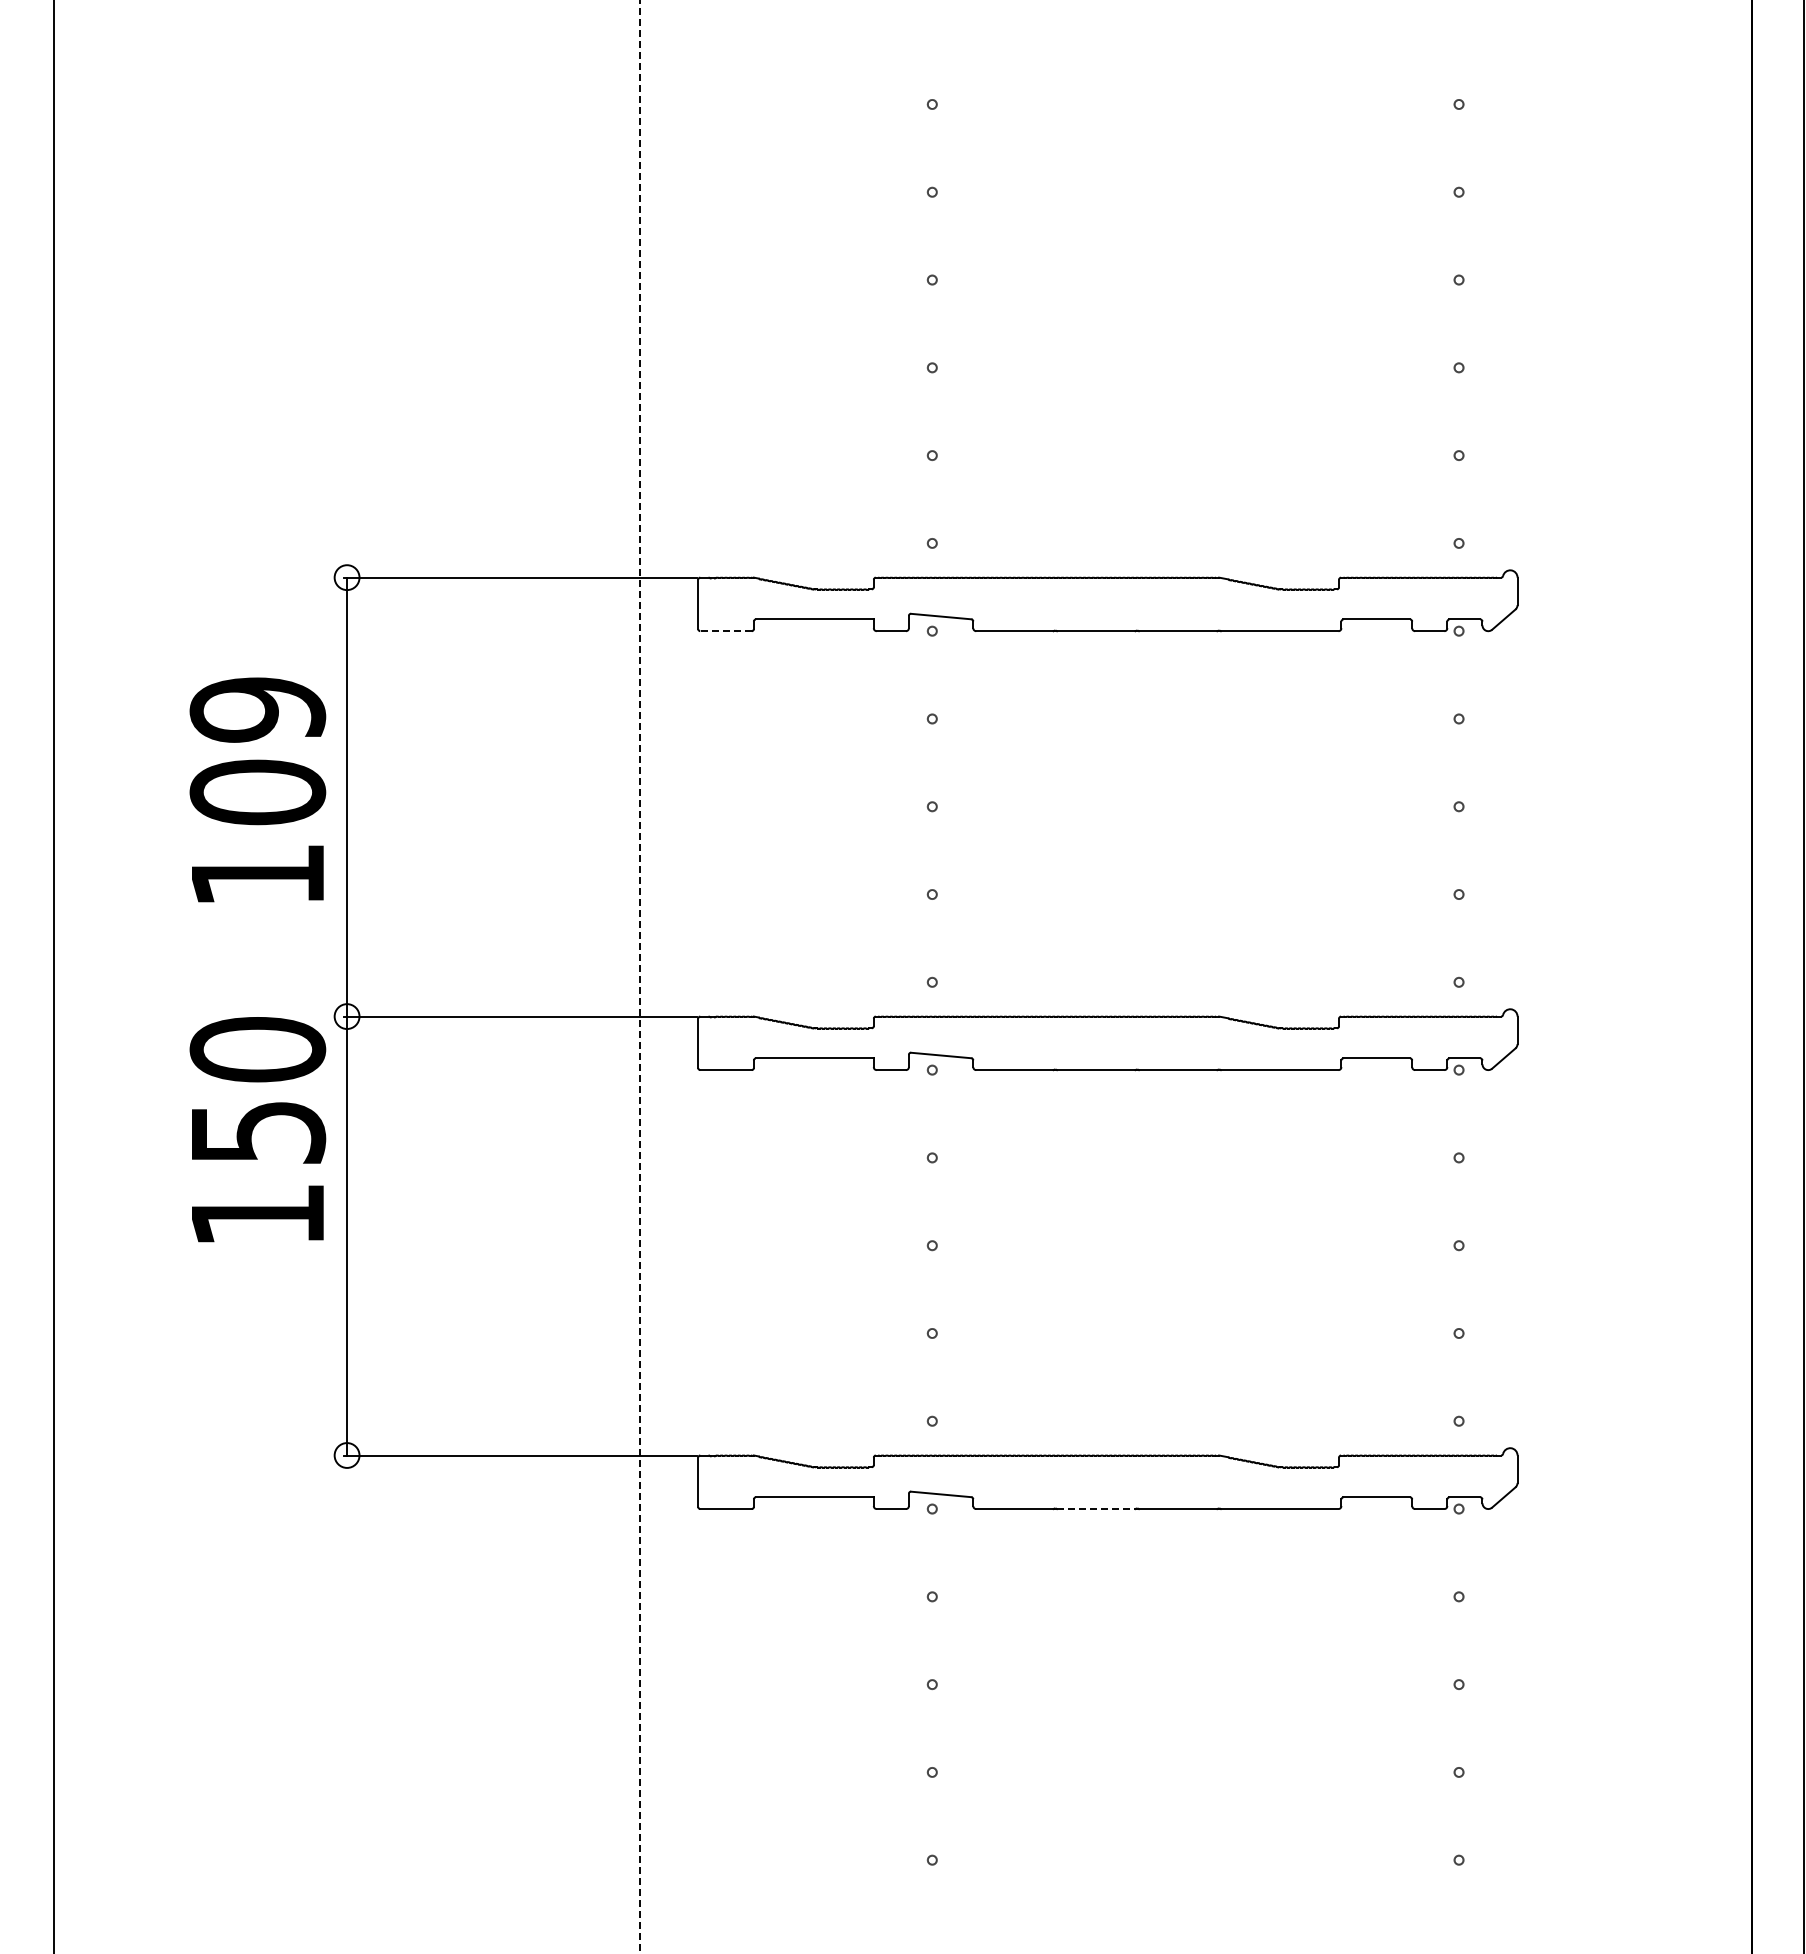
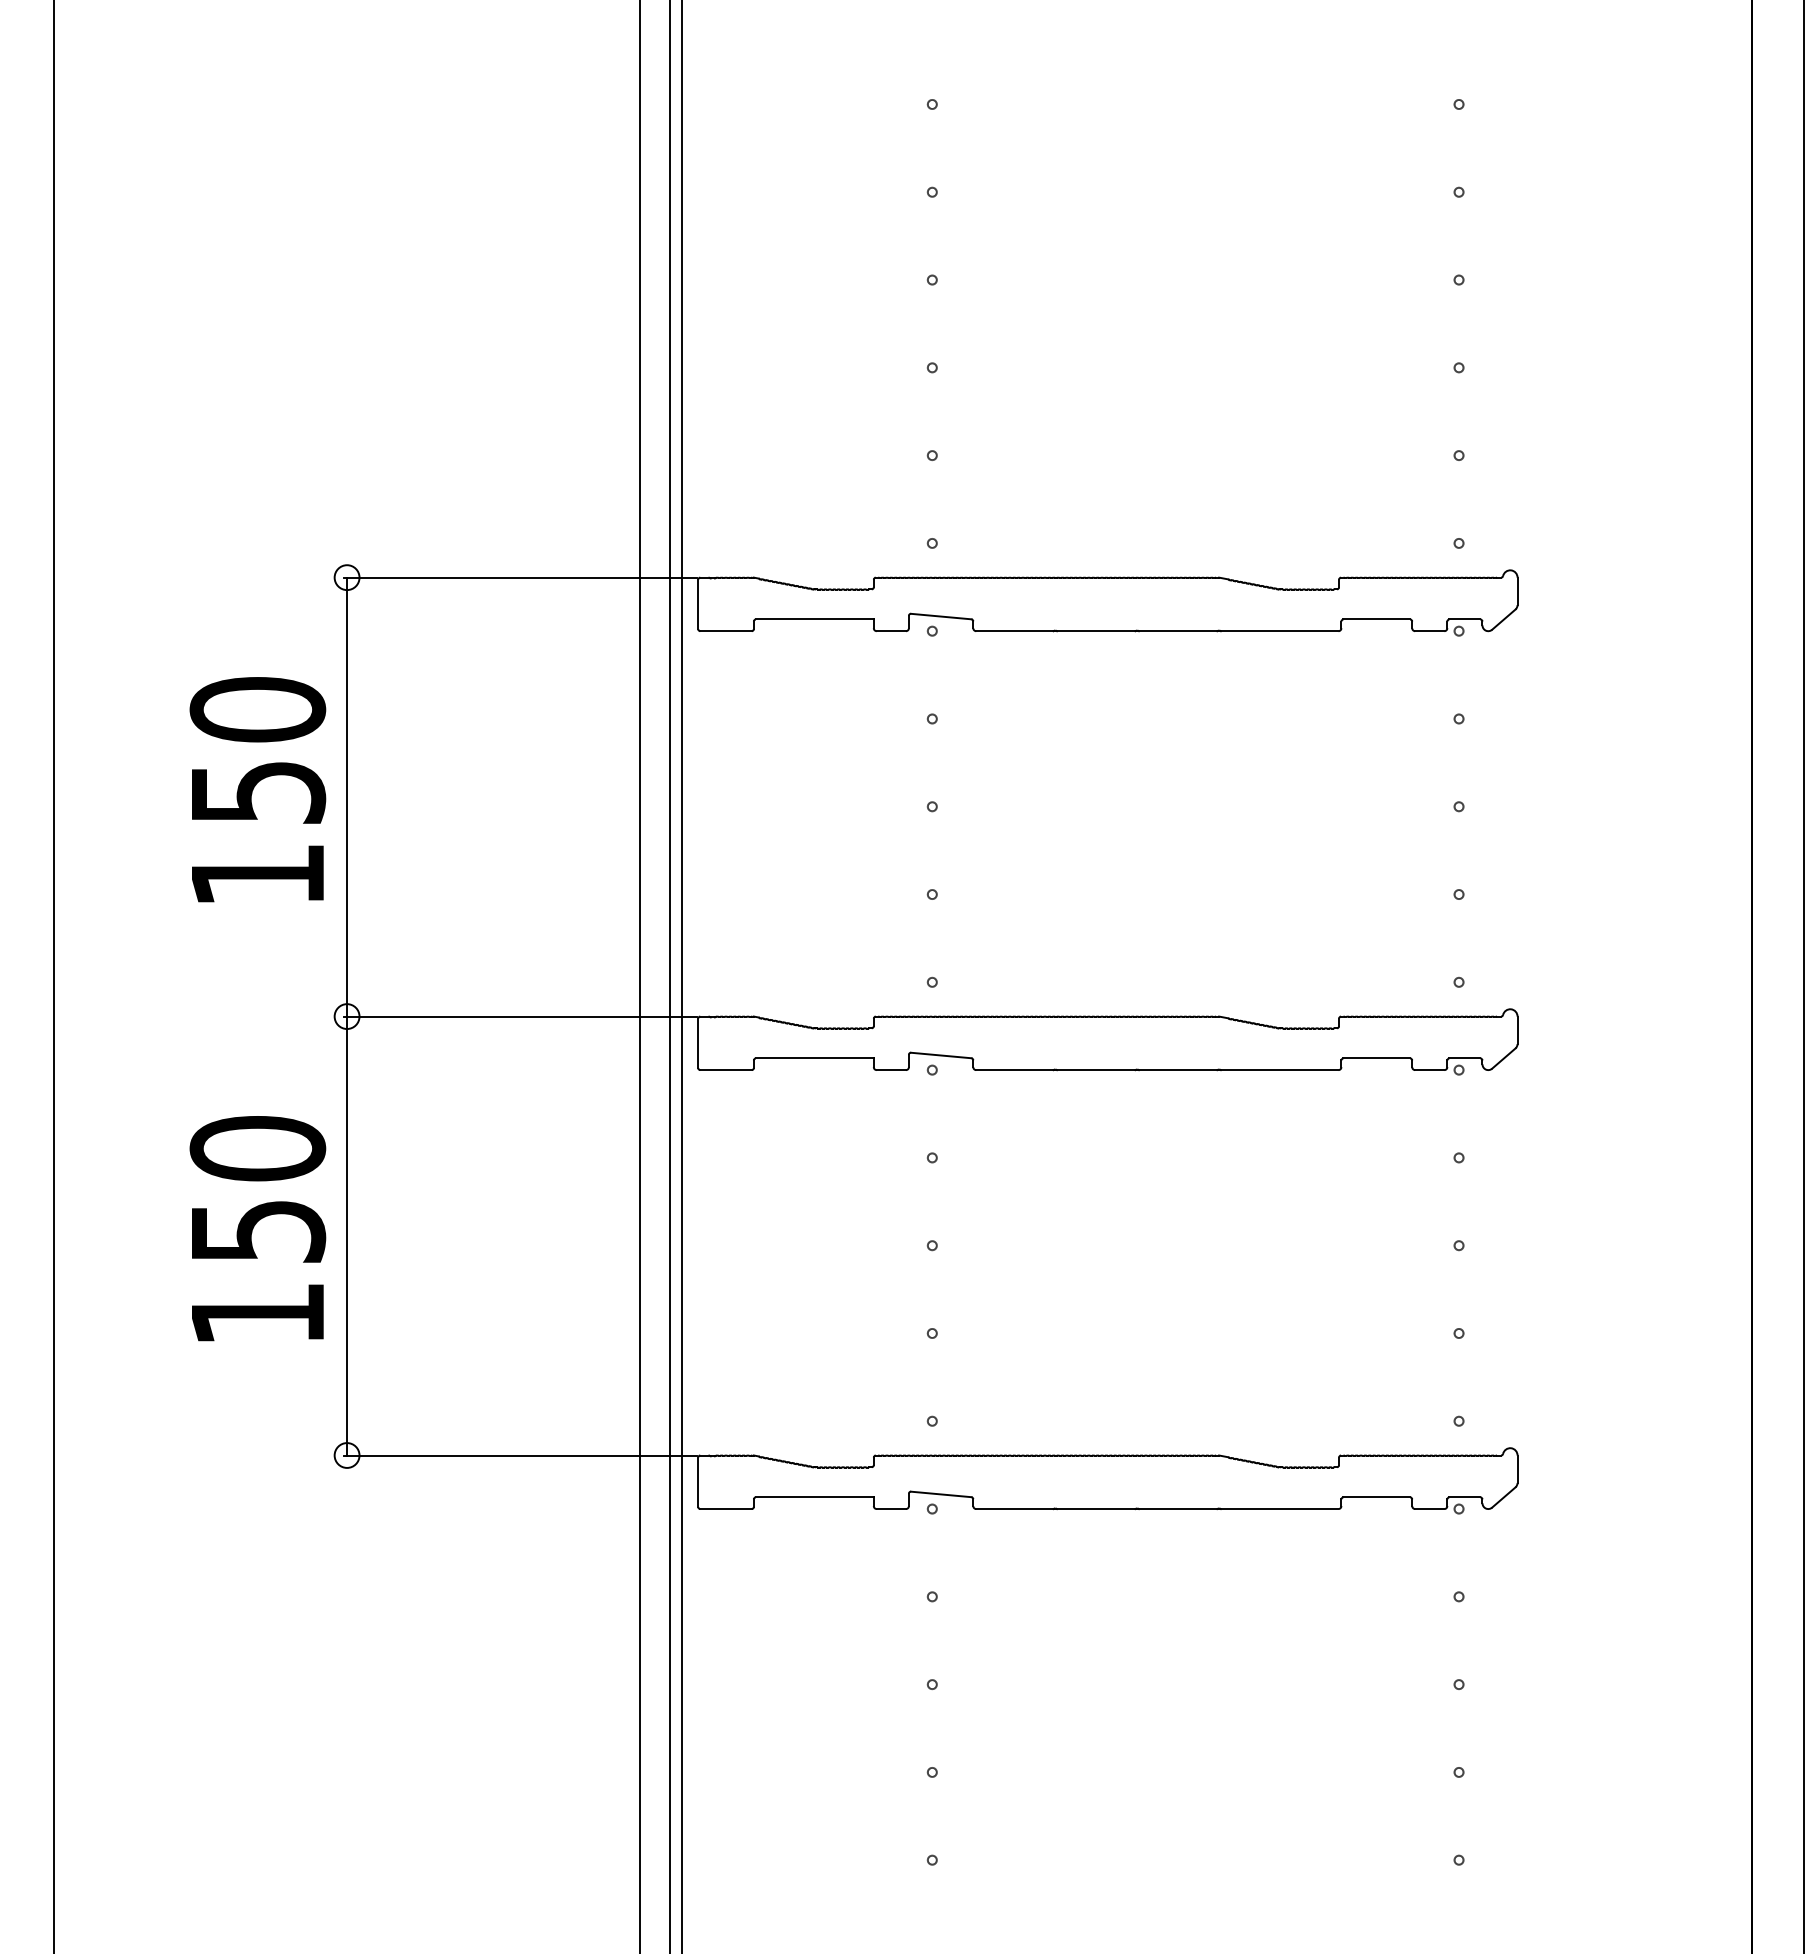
line at (726, 631): dashed -> solid
text at (257, 751): 109 -> 150
line at (670, 976): none -> present
line at (682, 976): none -> present
line at (639, 977): dashed -> solid
text at (257, 1129) position: (257, 1129) -> (257, 1228)
line at (1096, 1509): dashed -> solid
